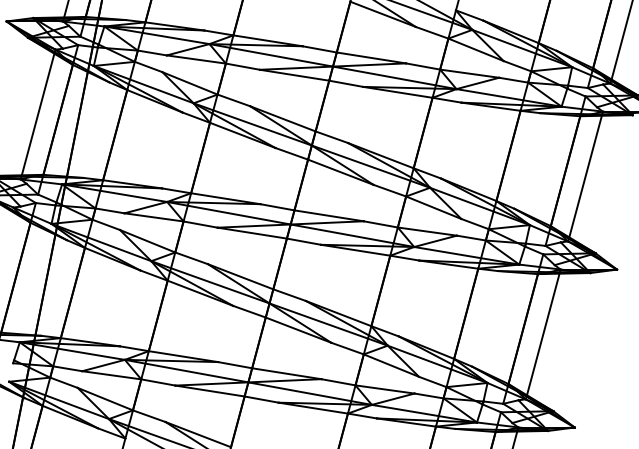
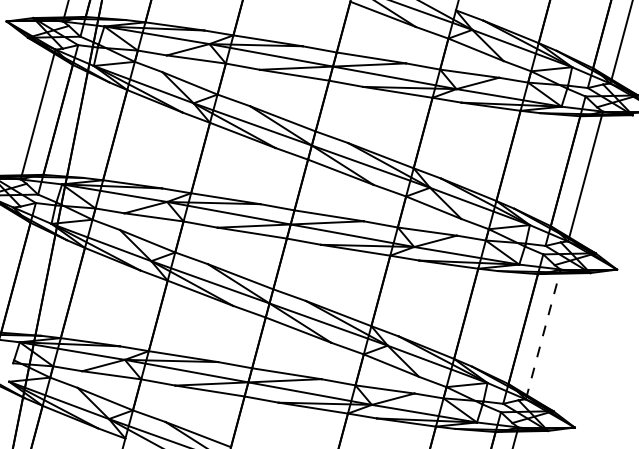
line at (543, 334): solid -> dashed
